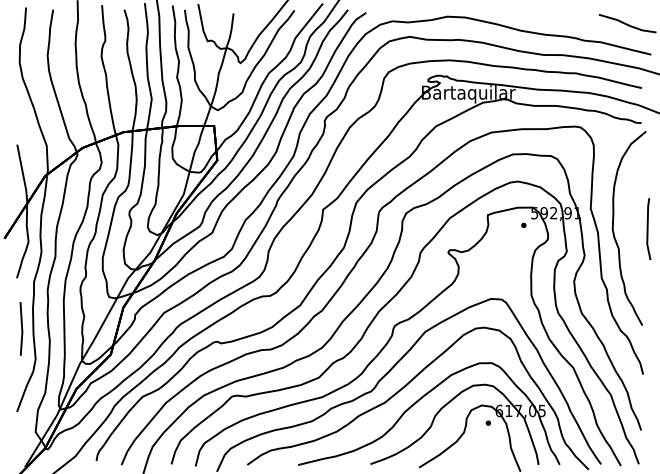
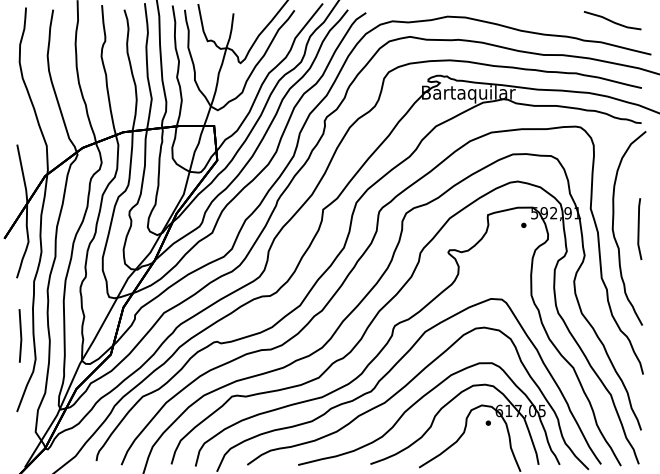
line at (627, 23) position: (627, 23) -> (612, 20)
line at (648, 228) position: (648, 228) -> (639, 228)
line at (21, 328) position: (21, 328) -> (20, 335)
